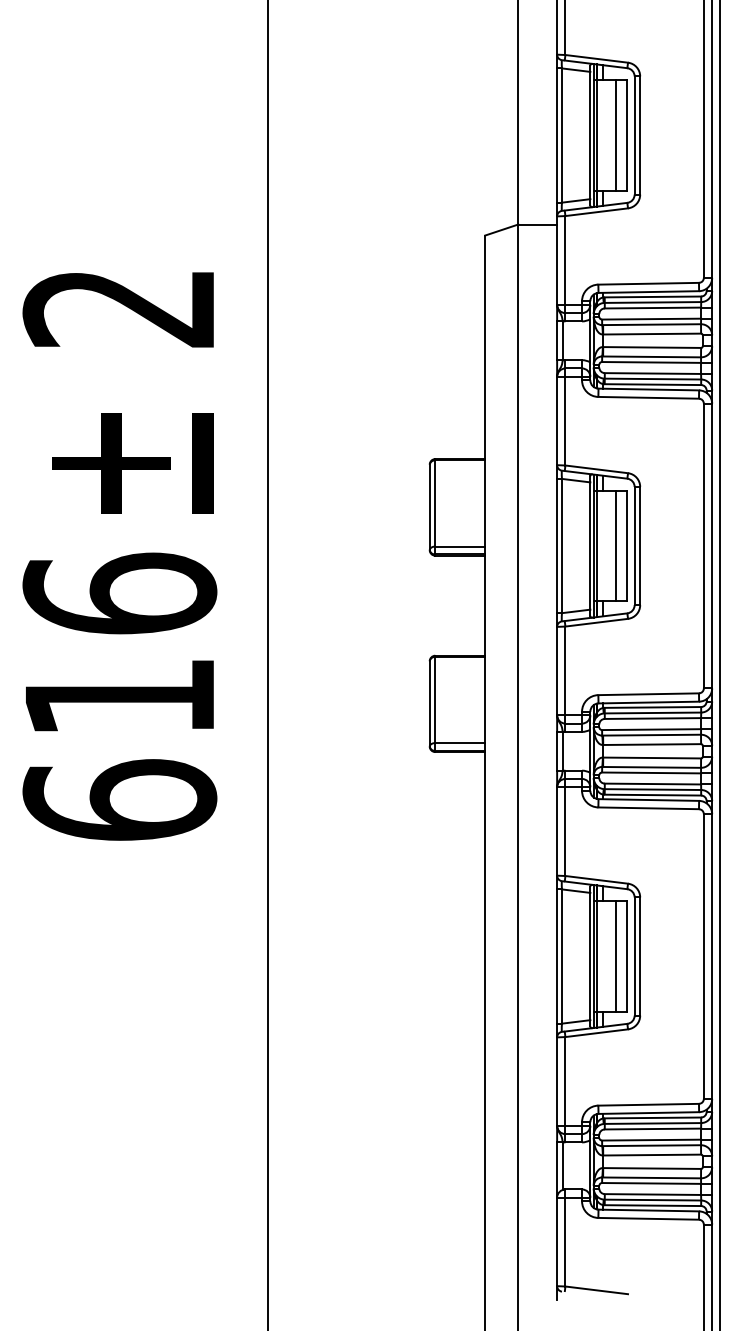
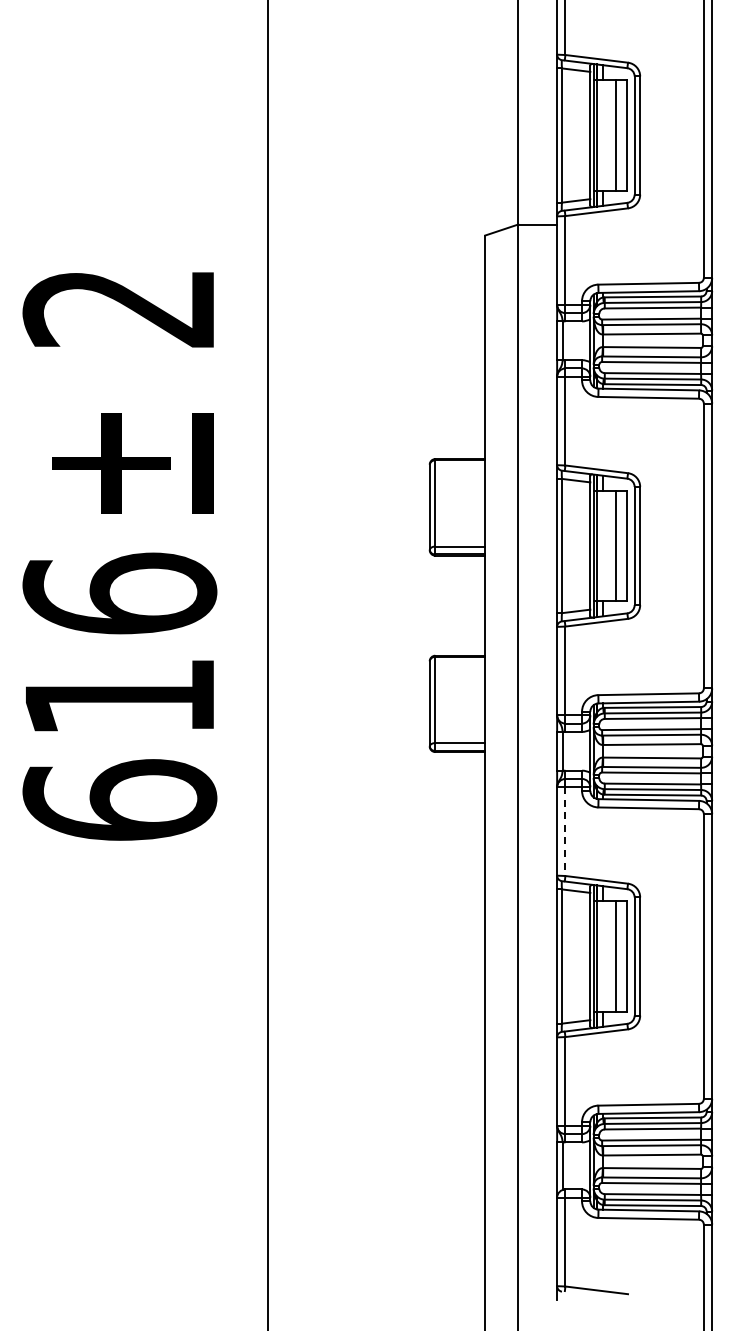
line at (720, 664): present -> none
line at (565, 832): solid -> dashed
